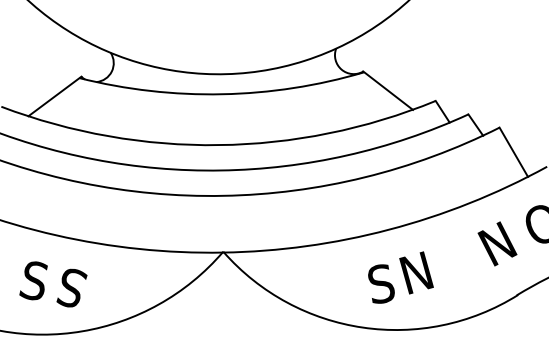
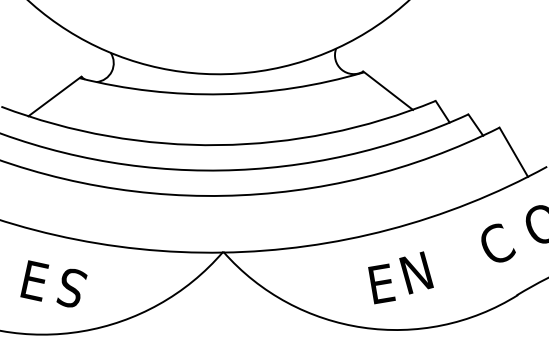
text at (497, 243): N -> C
text at (34, 280): S -> E
text at (381, 283): S -> E
